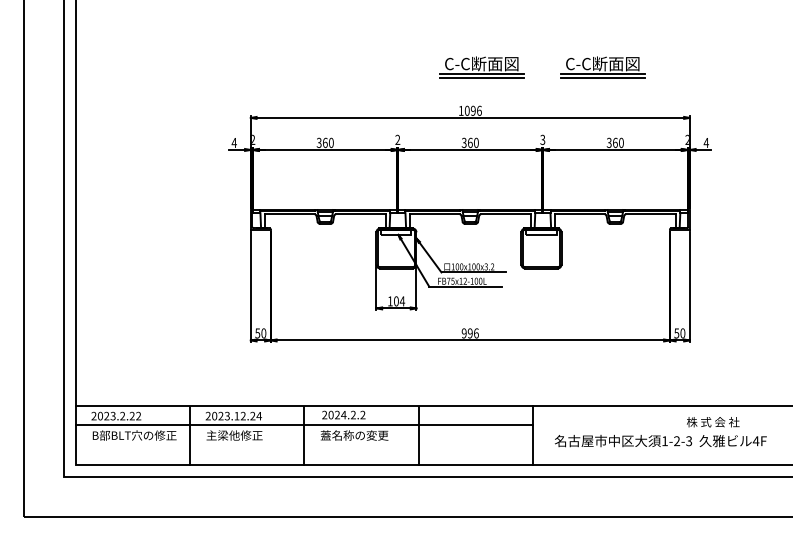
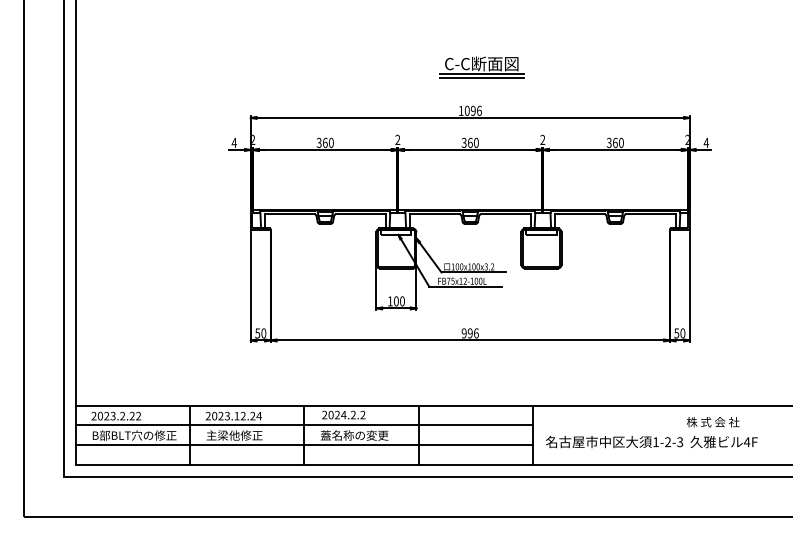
part at (602, 67): present -> none
text at (542, 140): 3 -> 2
text at (402, 301): 104 -> 100
text at (660, 441) position: (660, 441) -> (651, 442)
line at (303, 445): none -> present
